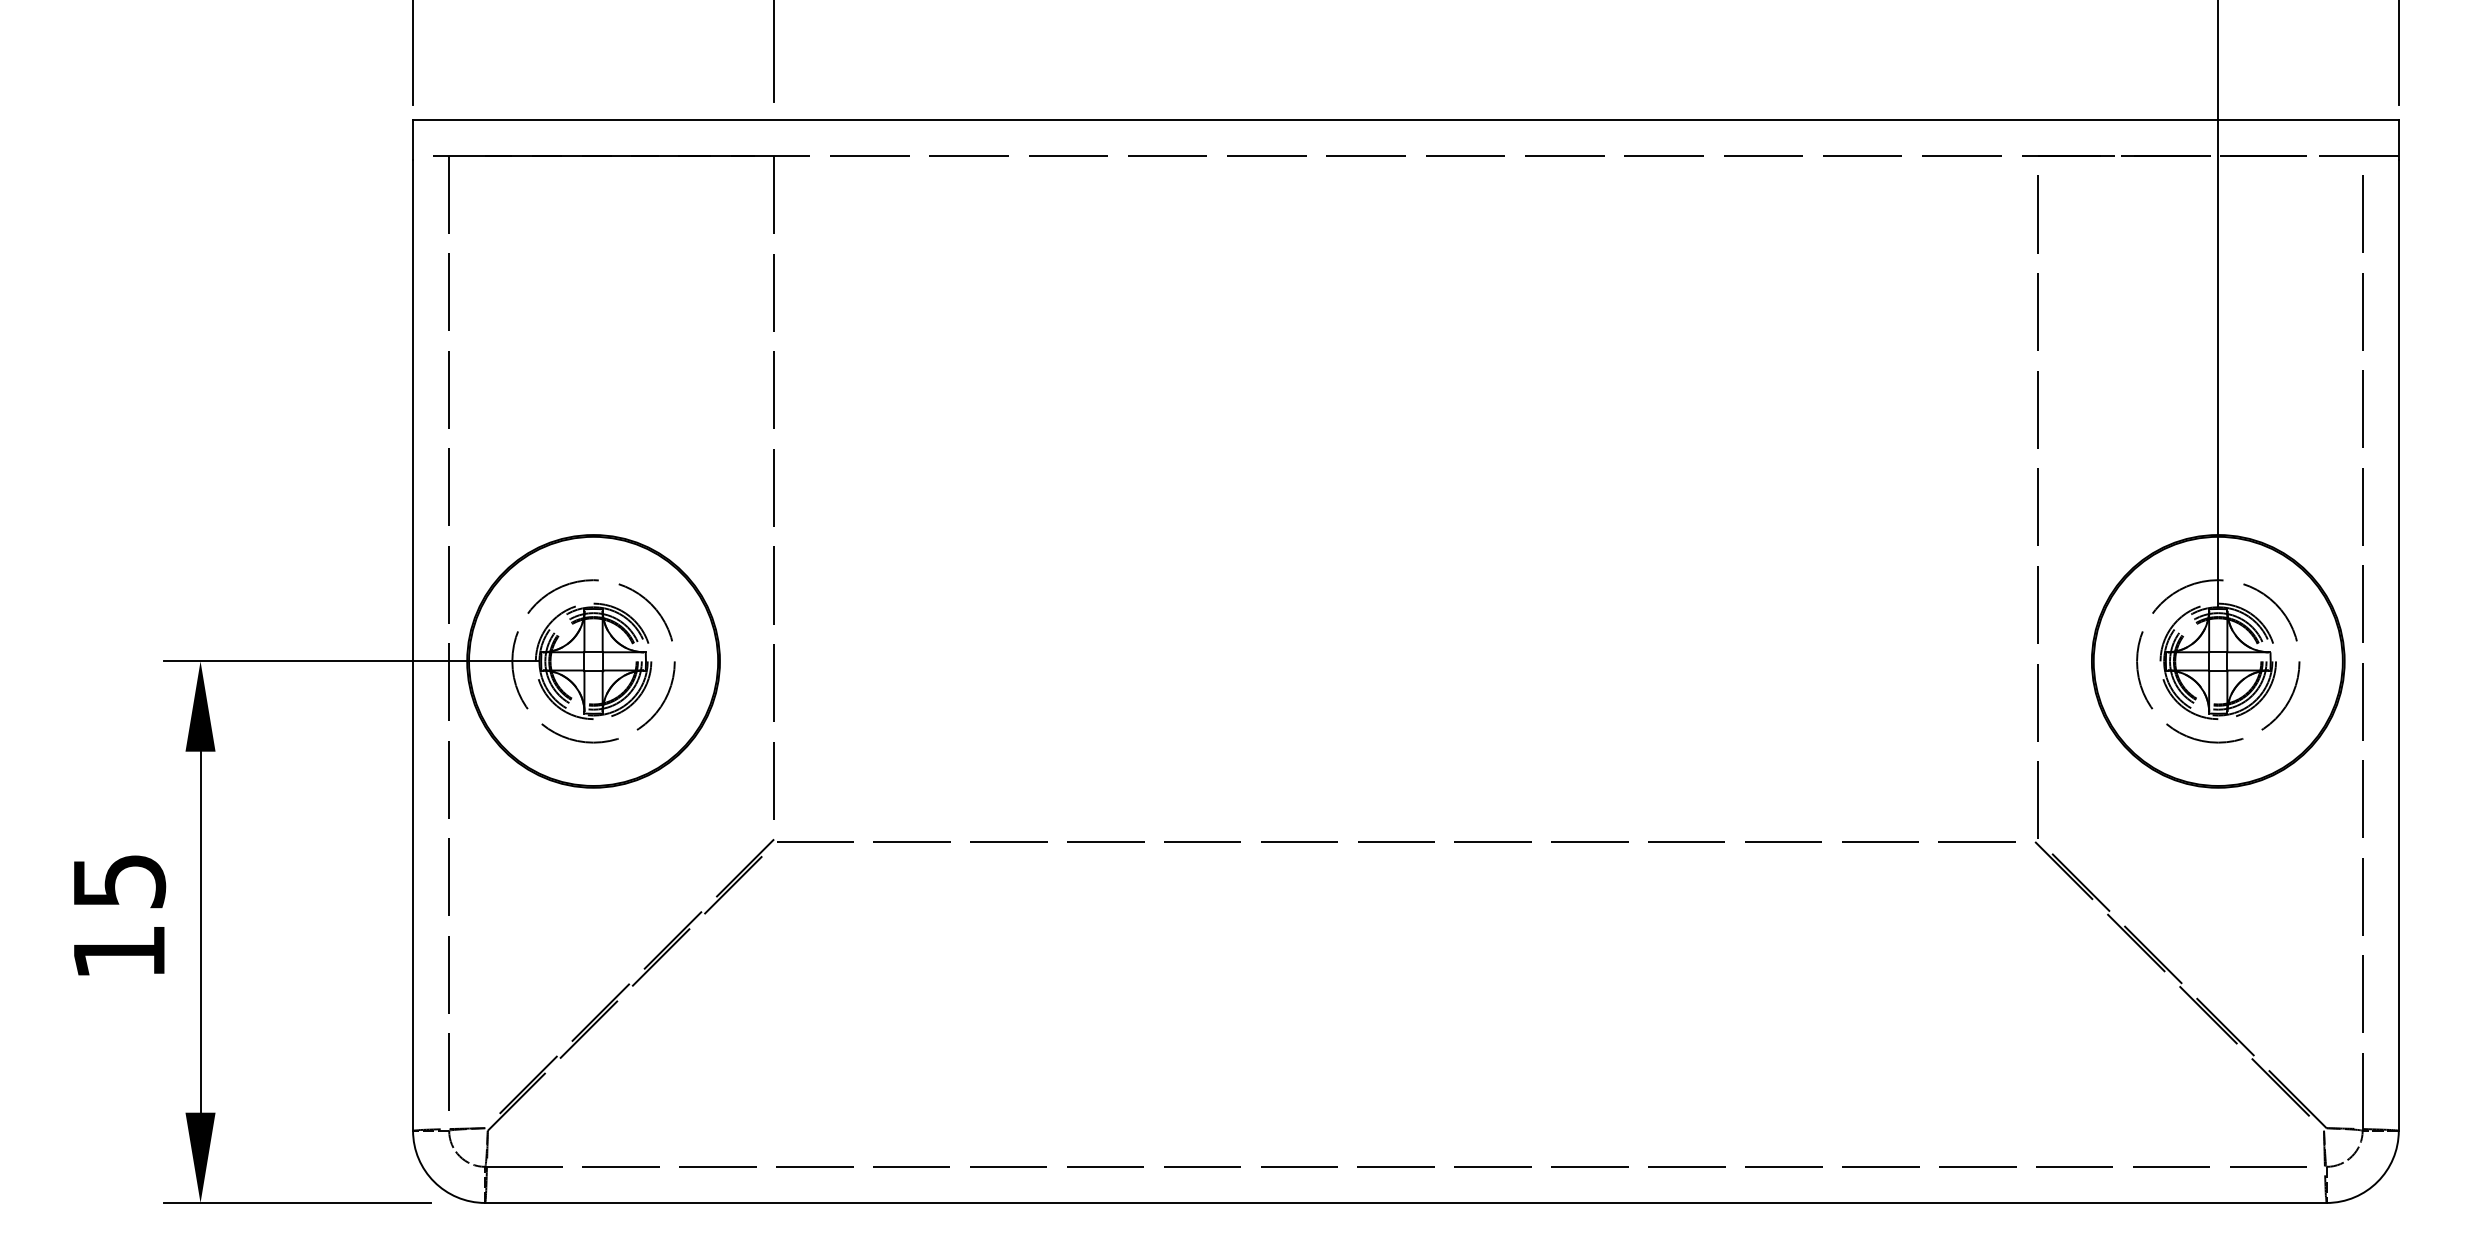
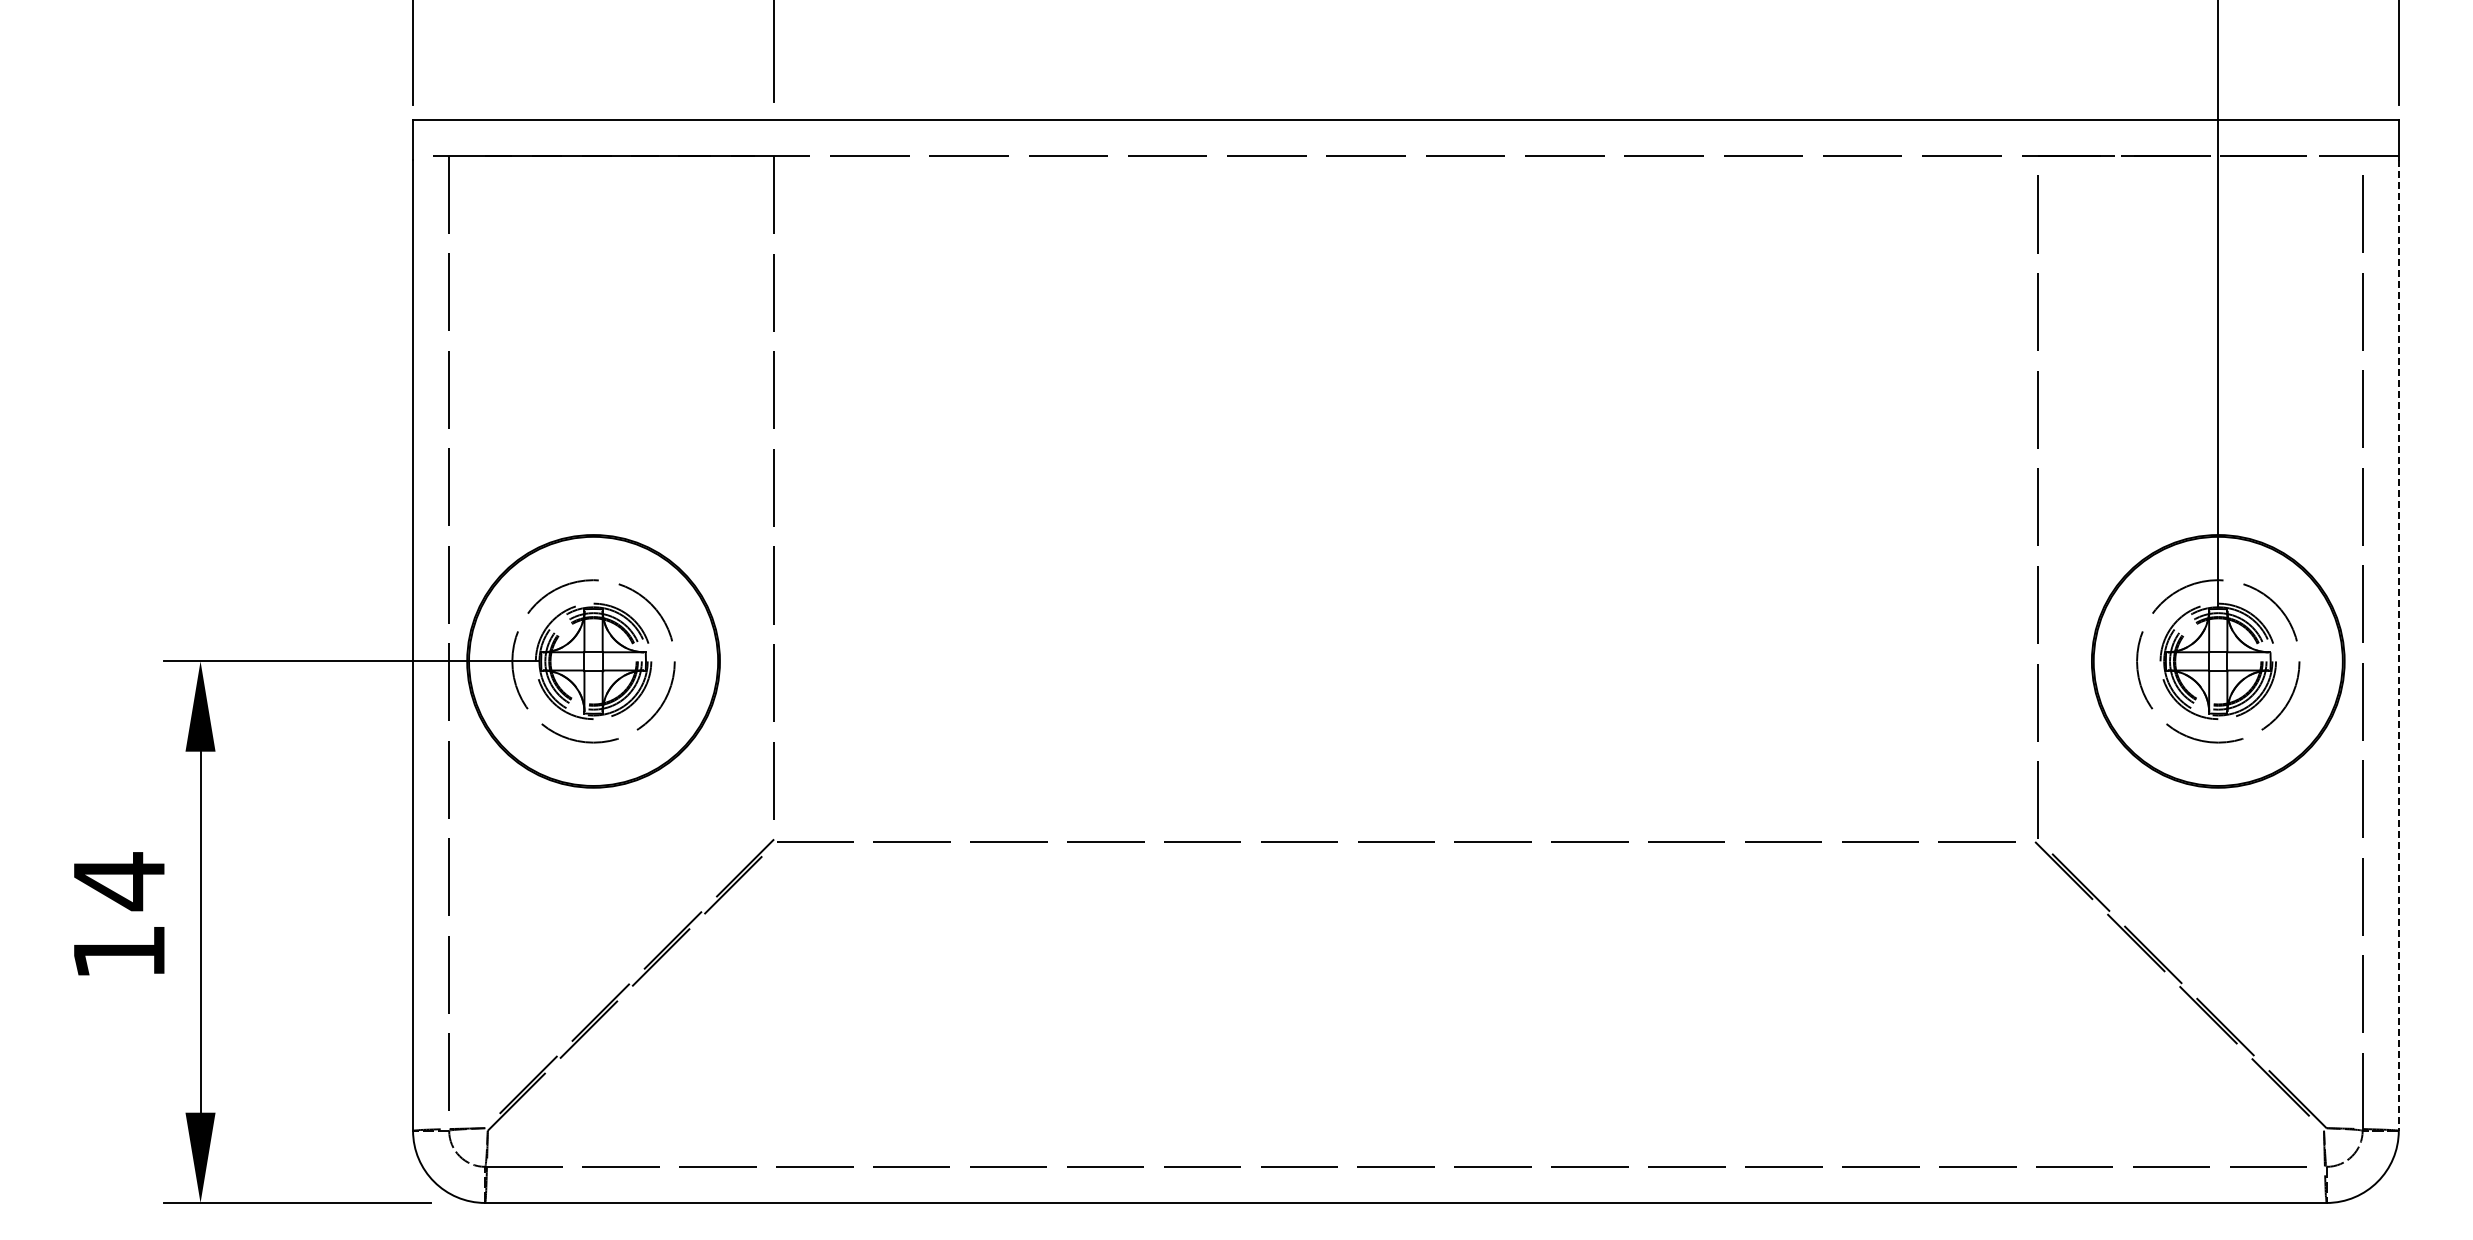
line at (2398, 645): solid -> dashed
text at (120, 881): 15 -> 14
